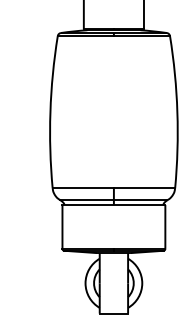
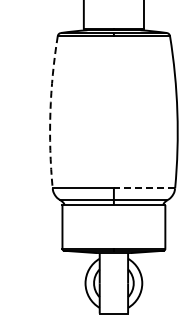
arc at (50, 112): solid -> dashed
line at (144, 188): solid -> dashed
